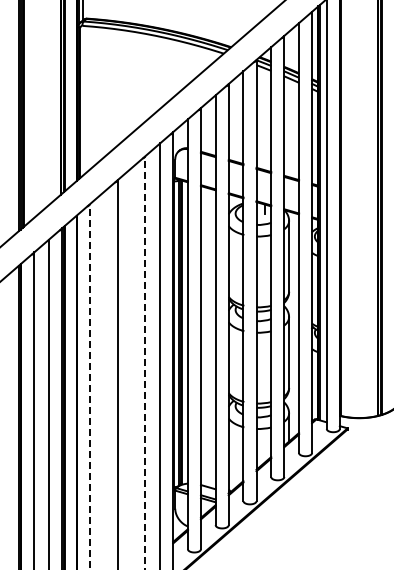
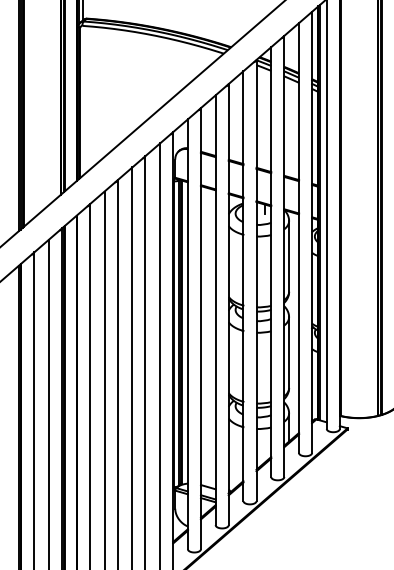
line at (145, 362): dashed -> solid
line at (132, 366): none -> present
line at (104, 378): none -> present
line at (89, 386): dashed -> solid
